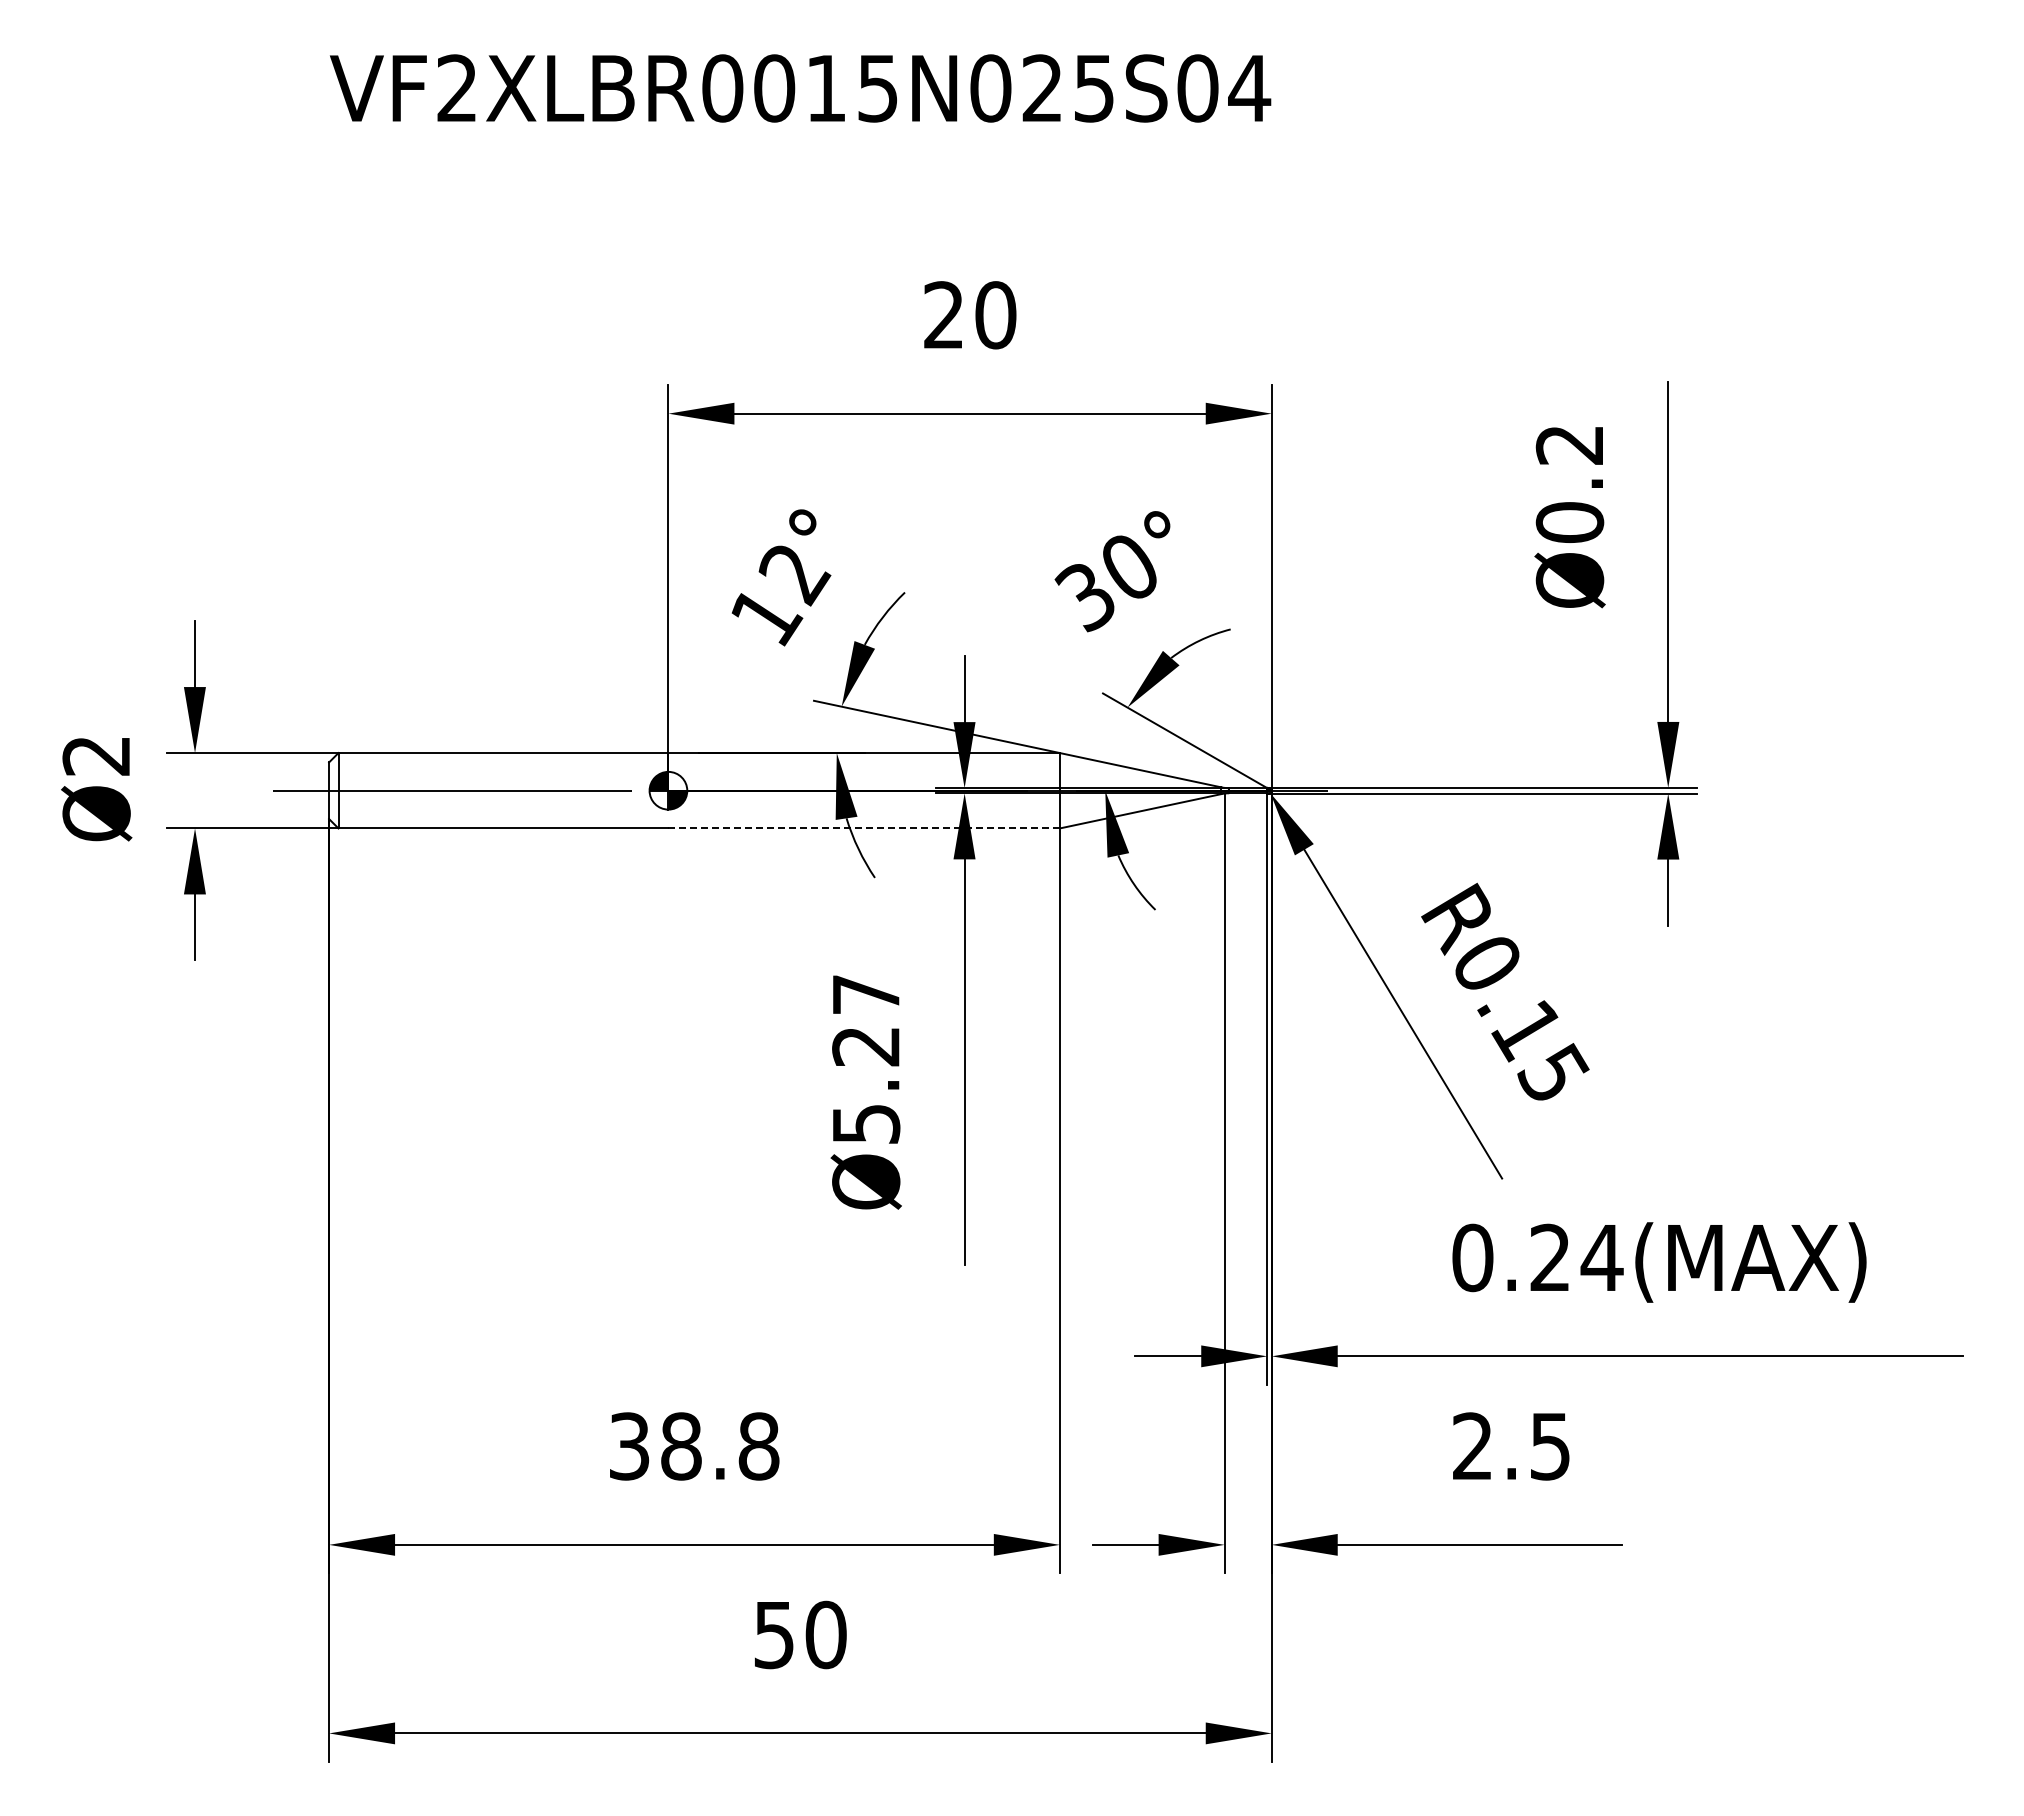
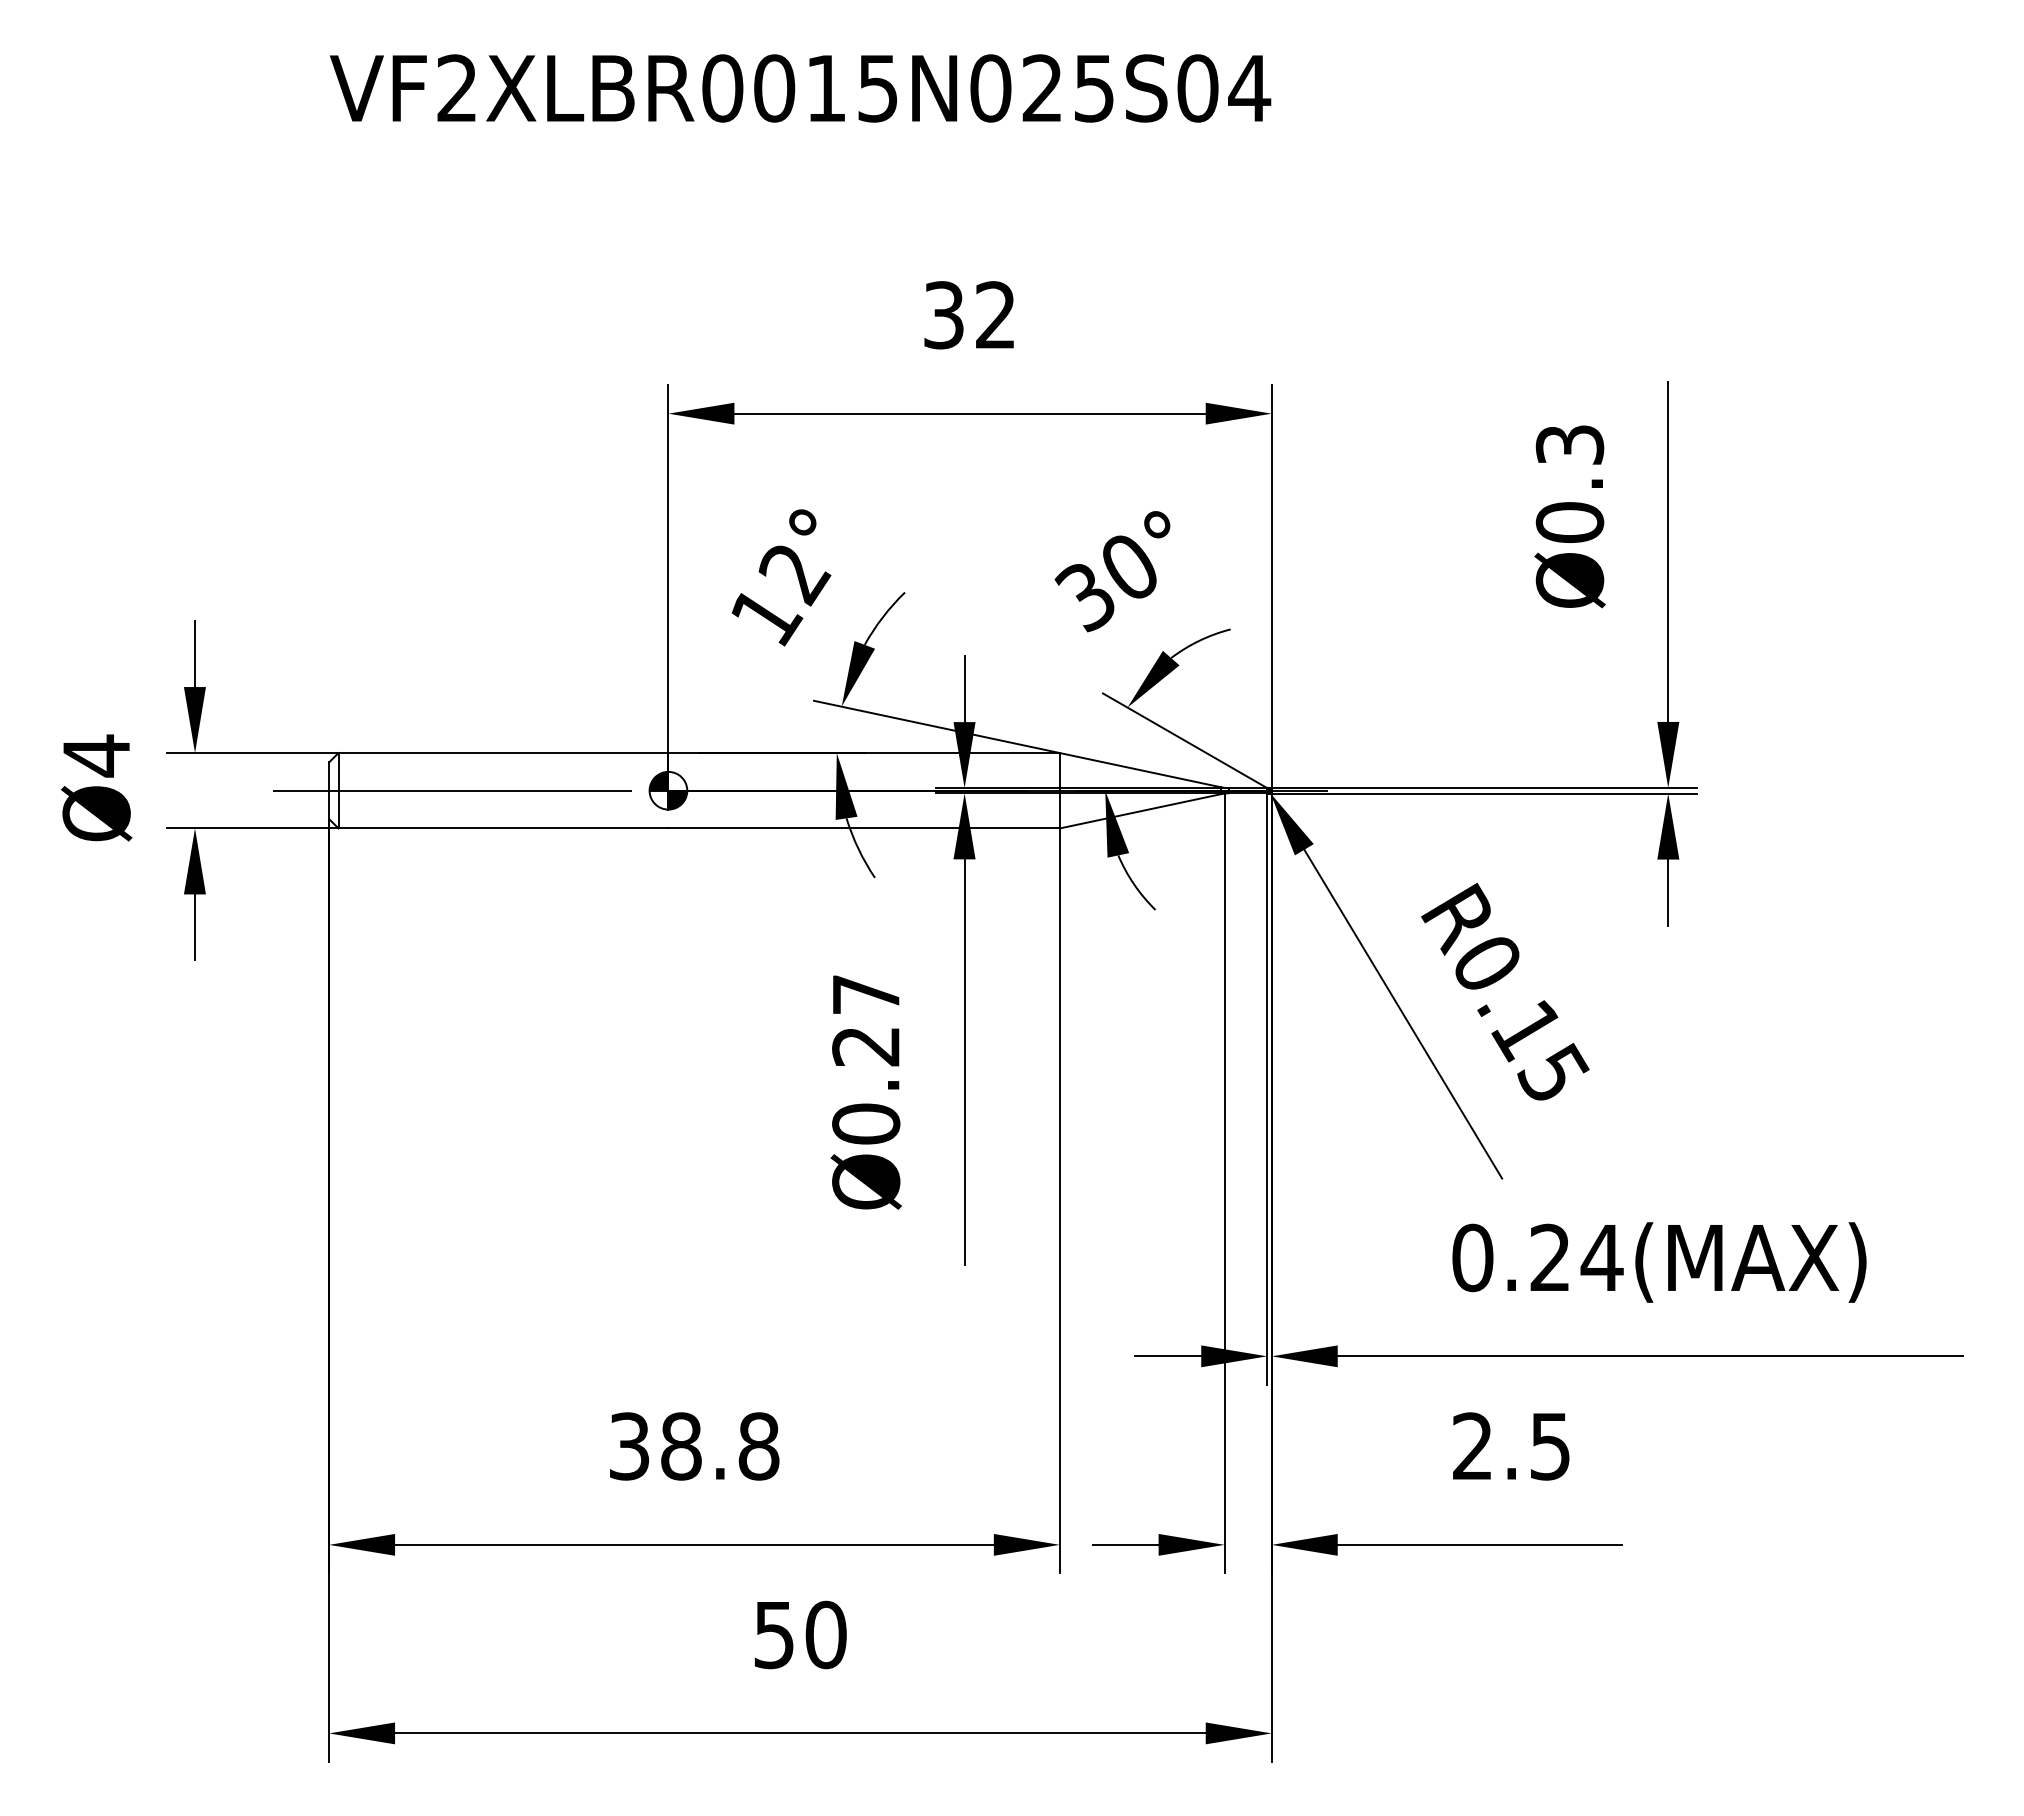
text at (970, 315): 20 -> 32
text at (1570, 444): Ø0.2 -> Ø0.3
text at (95, 755): Ø2 -> Ø4
line at (864, 828): dashed -> solid
text at (866, 1123): Ø5.27 -> Ø0.27
